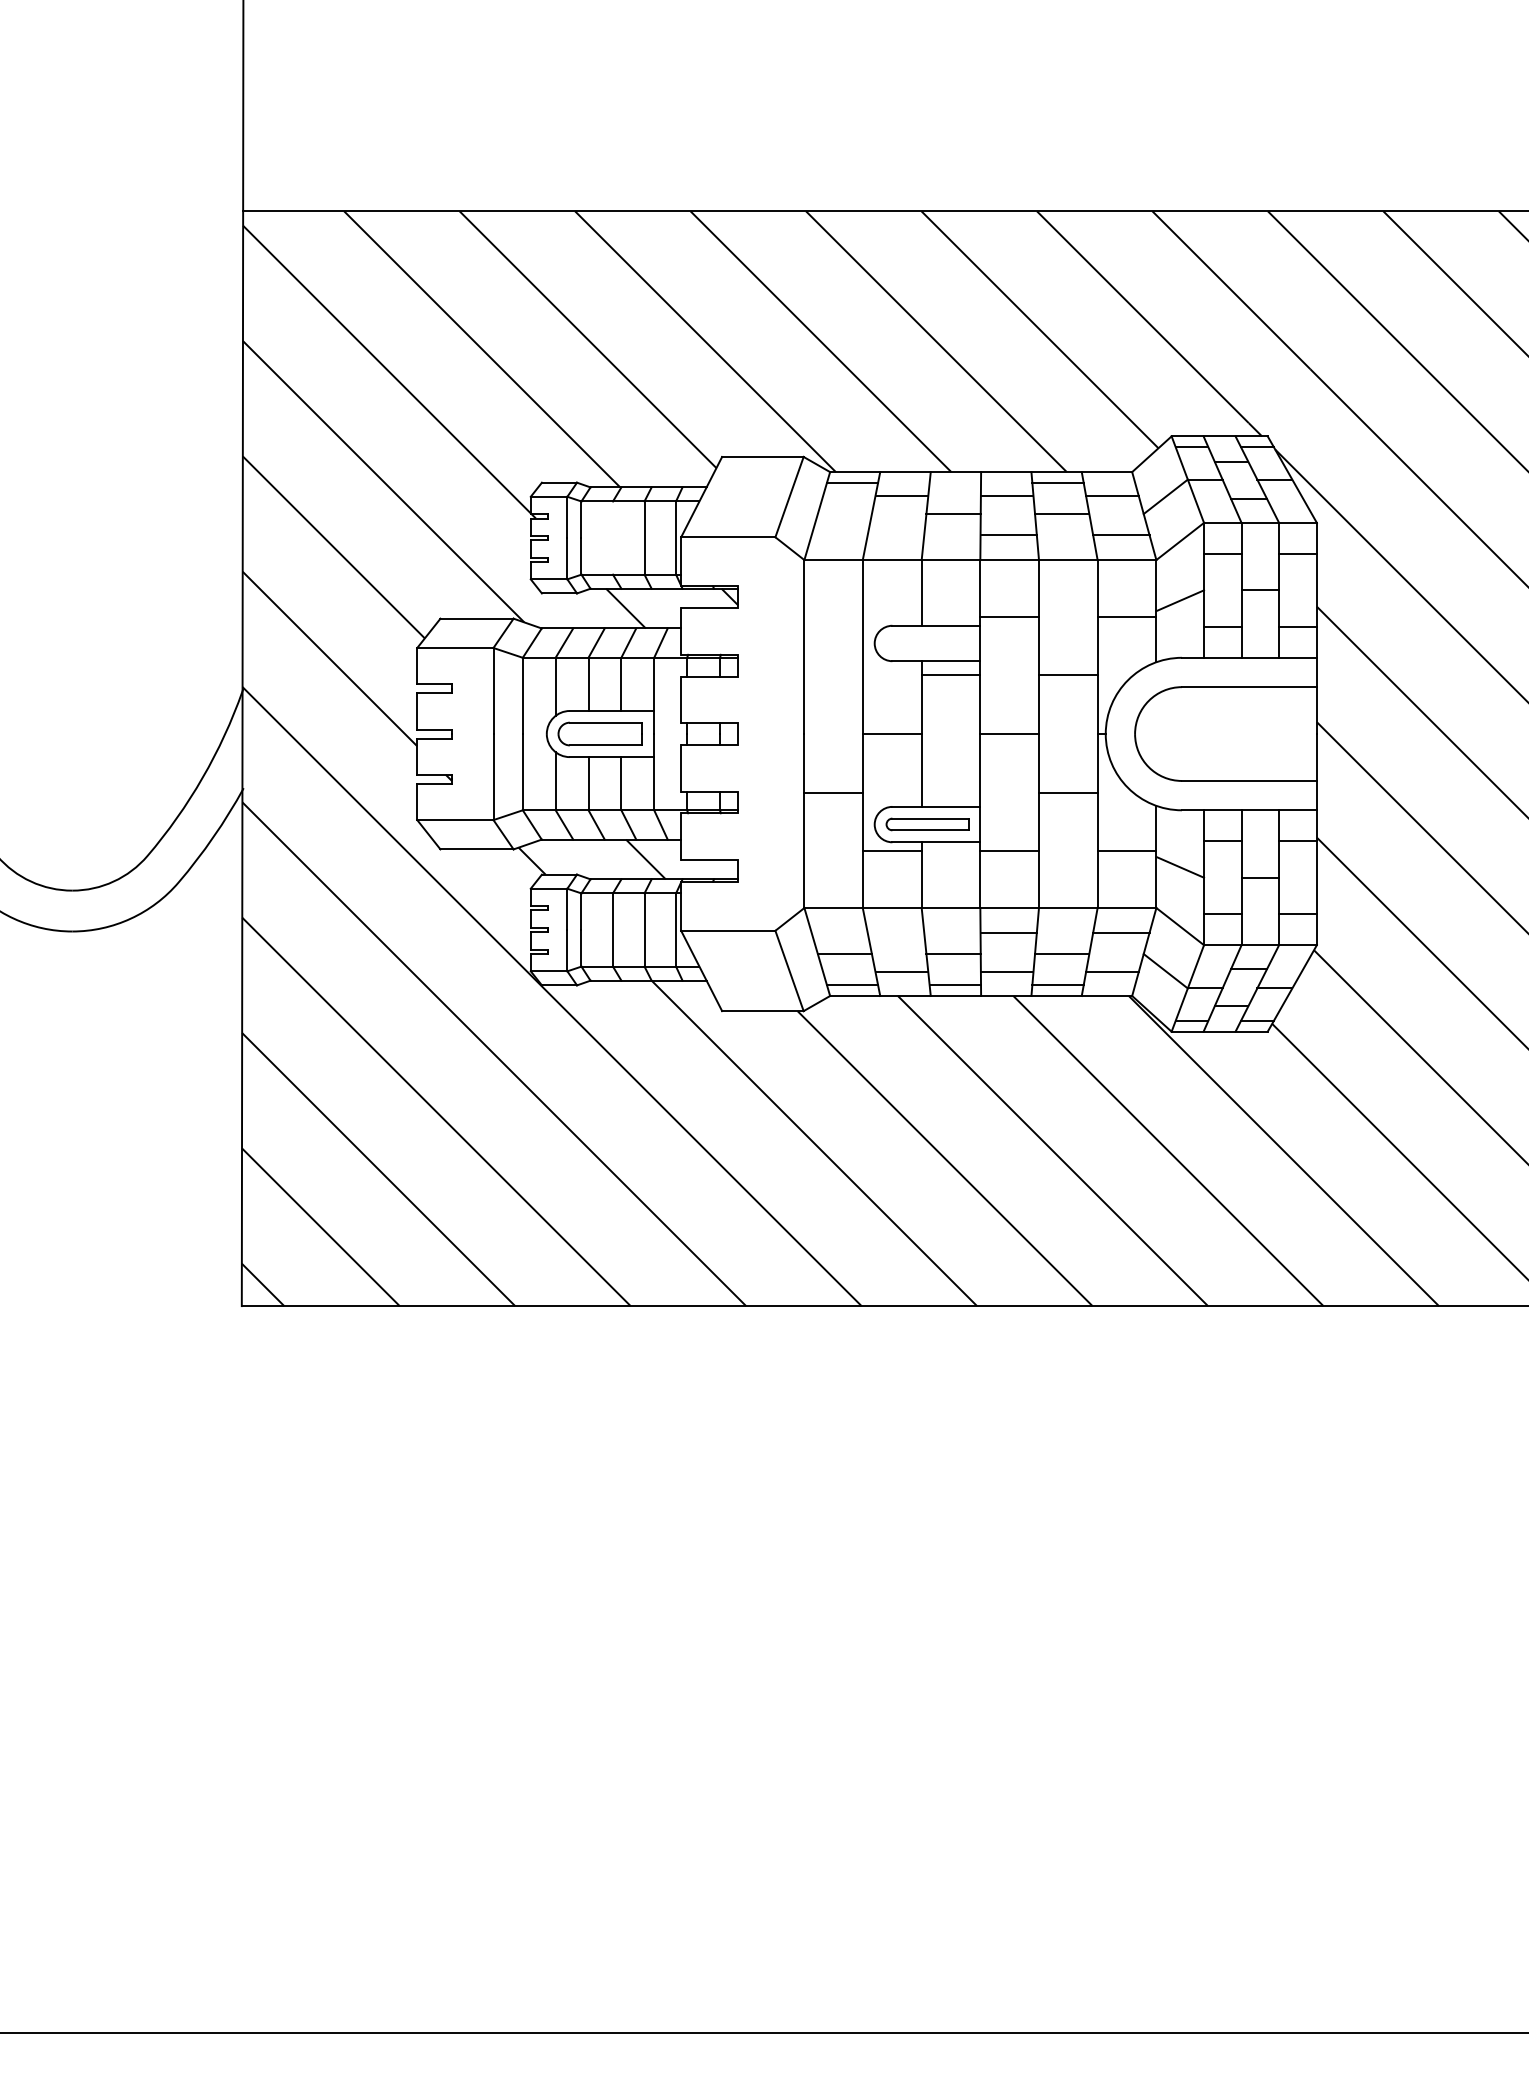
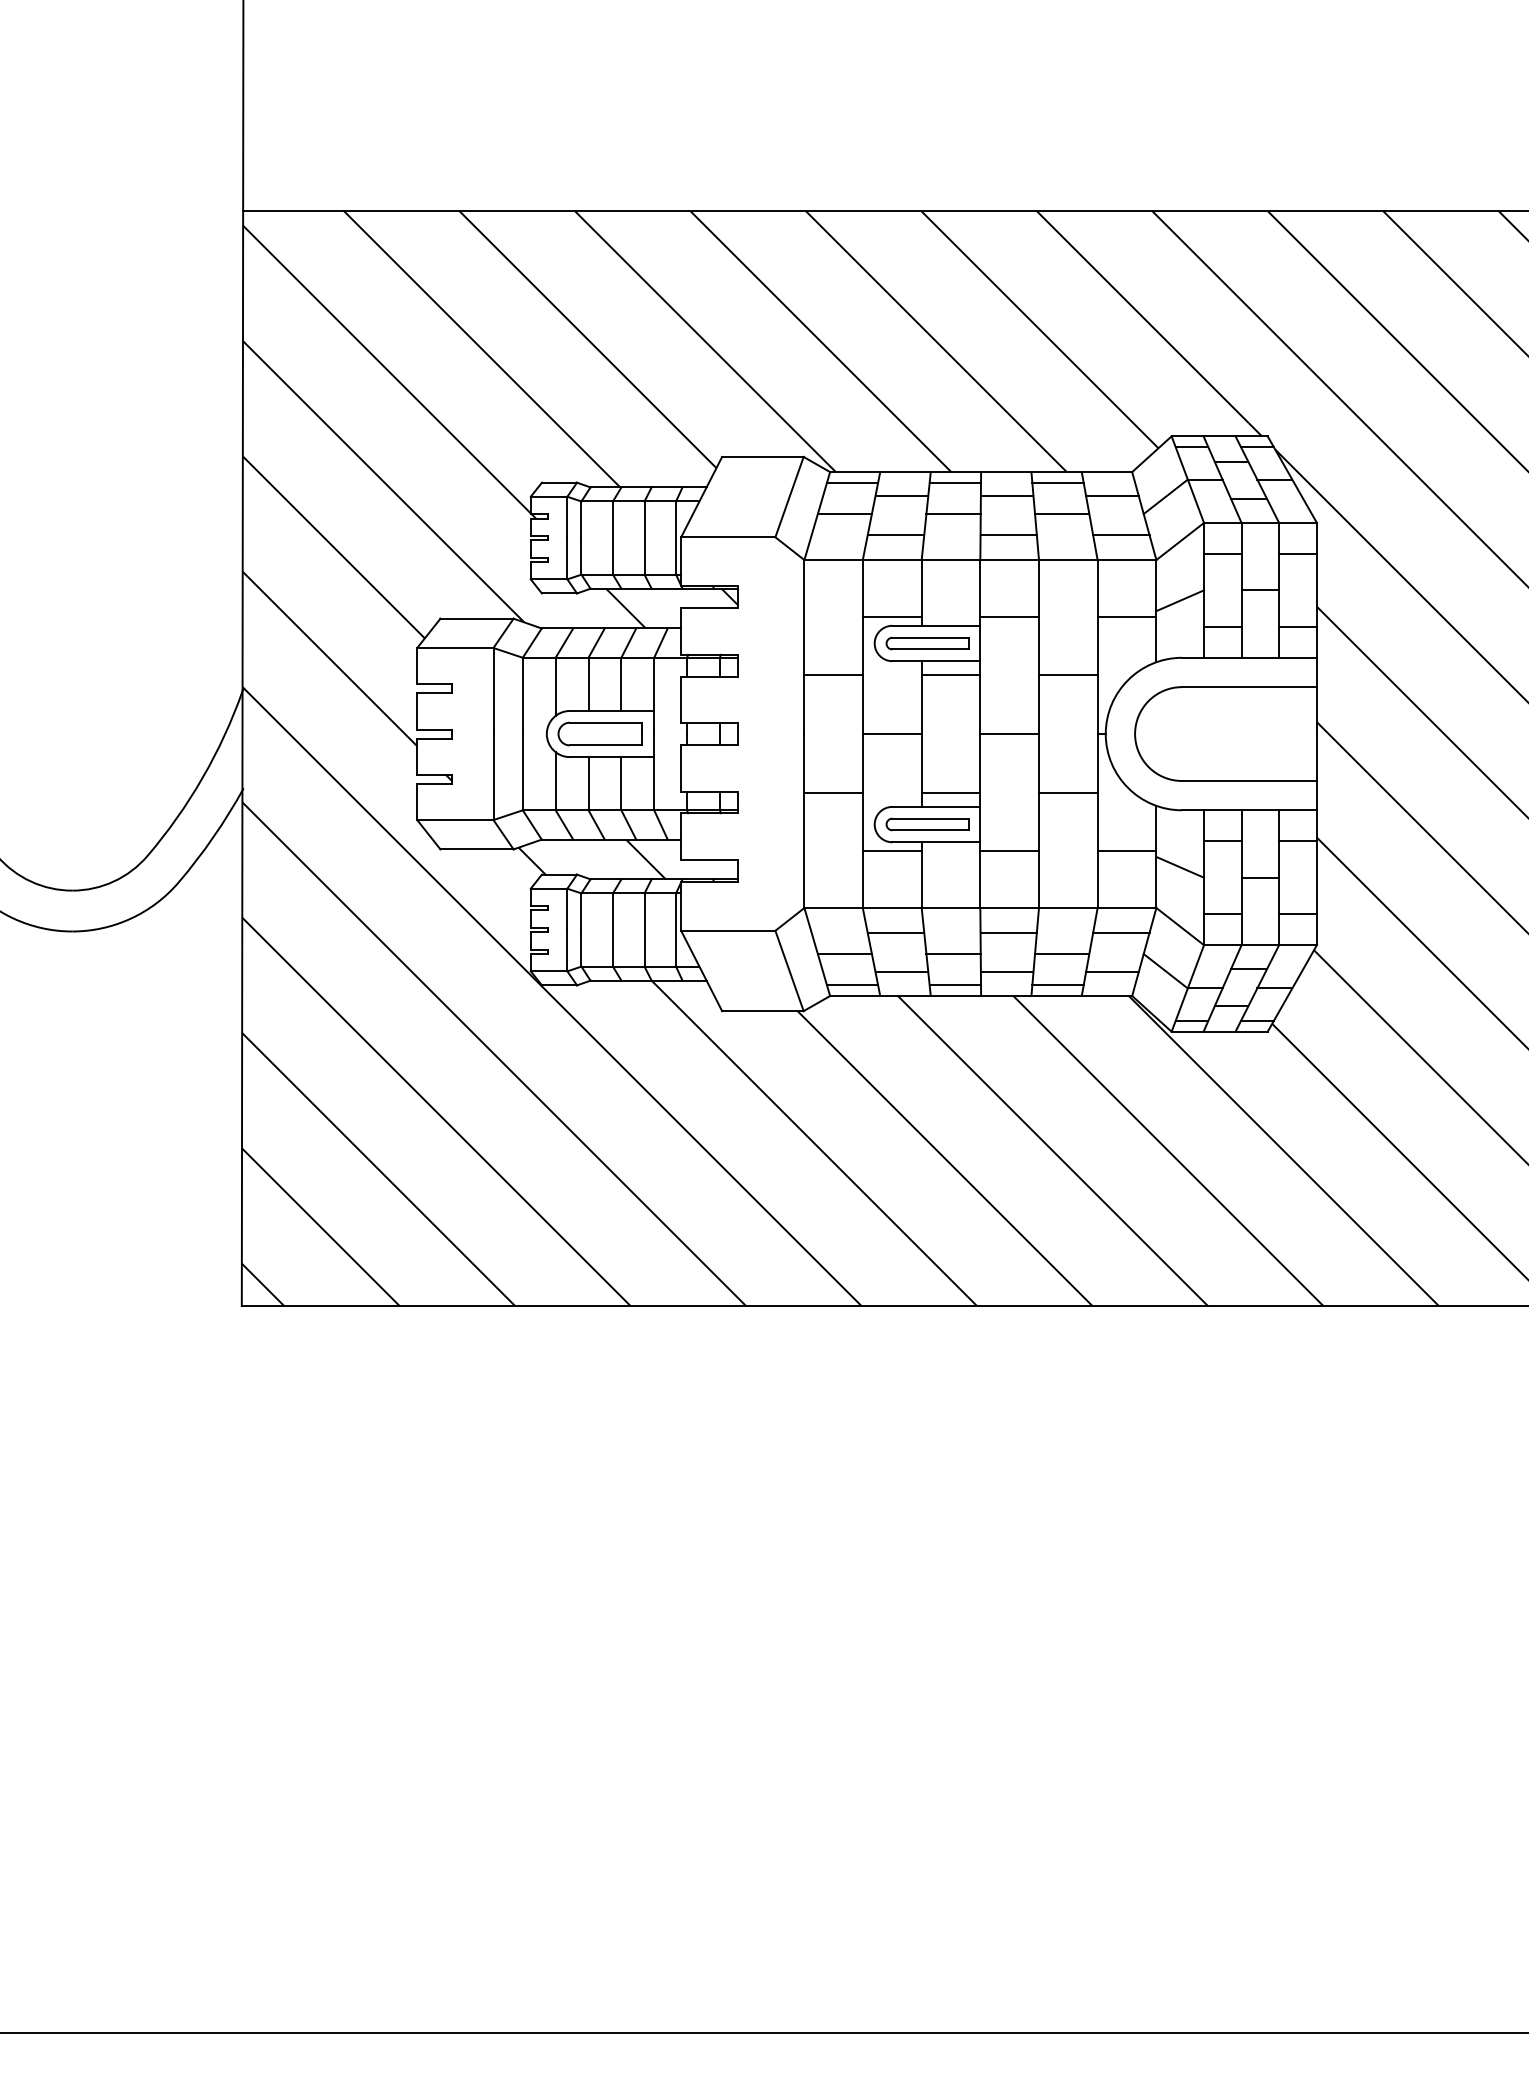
line at (955, 483): none -> present
line at (844, 514): none -> present
line at (895, 535): none -> present
line at (612, 537): none -> present
line at (892, 616): none -> present
part at (927, 643): none -> present
line at (833, 675): none -> present
line at (950, 792): none -> present
line at (895, 932): none -> present
